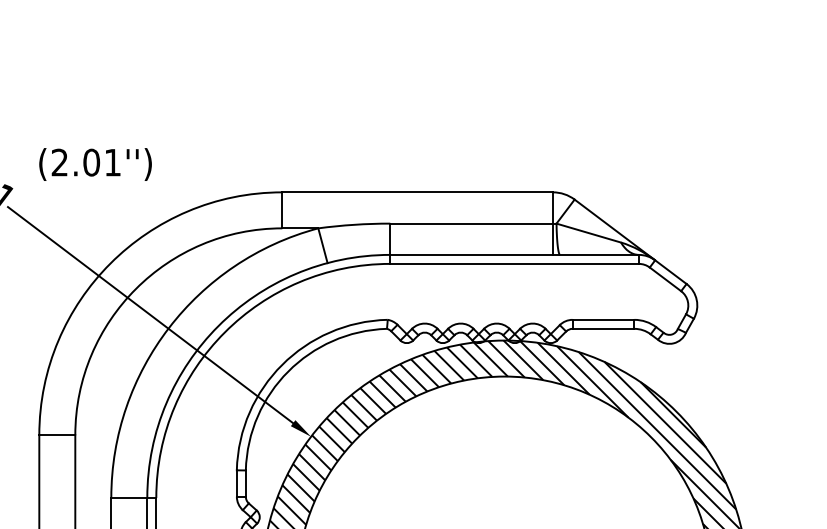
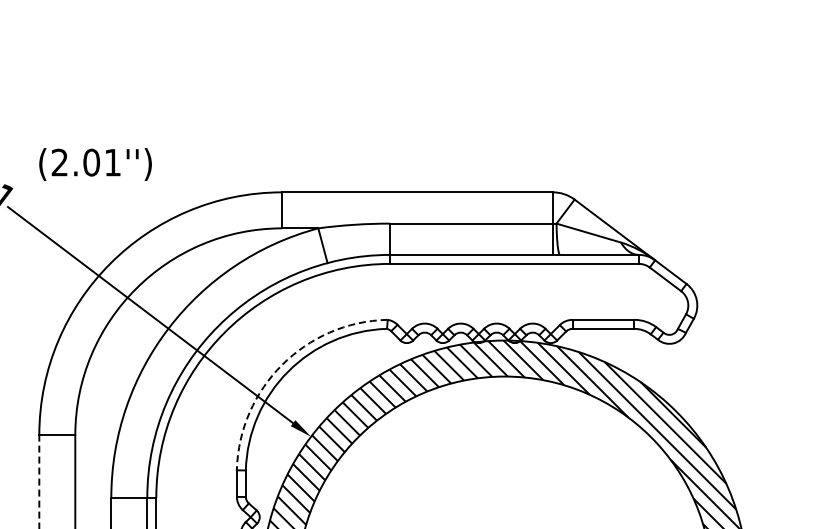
arc at (282, 364): solid -> dashed
line at (39, 481): solid -> dashed
